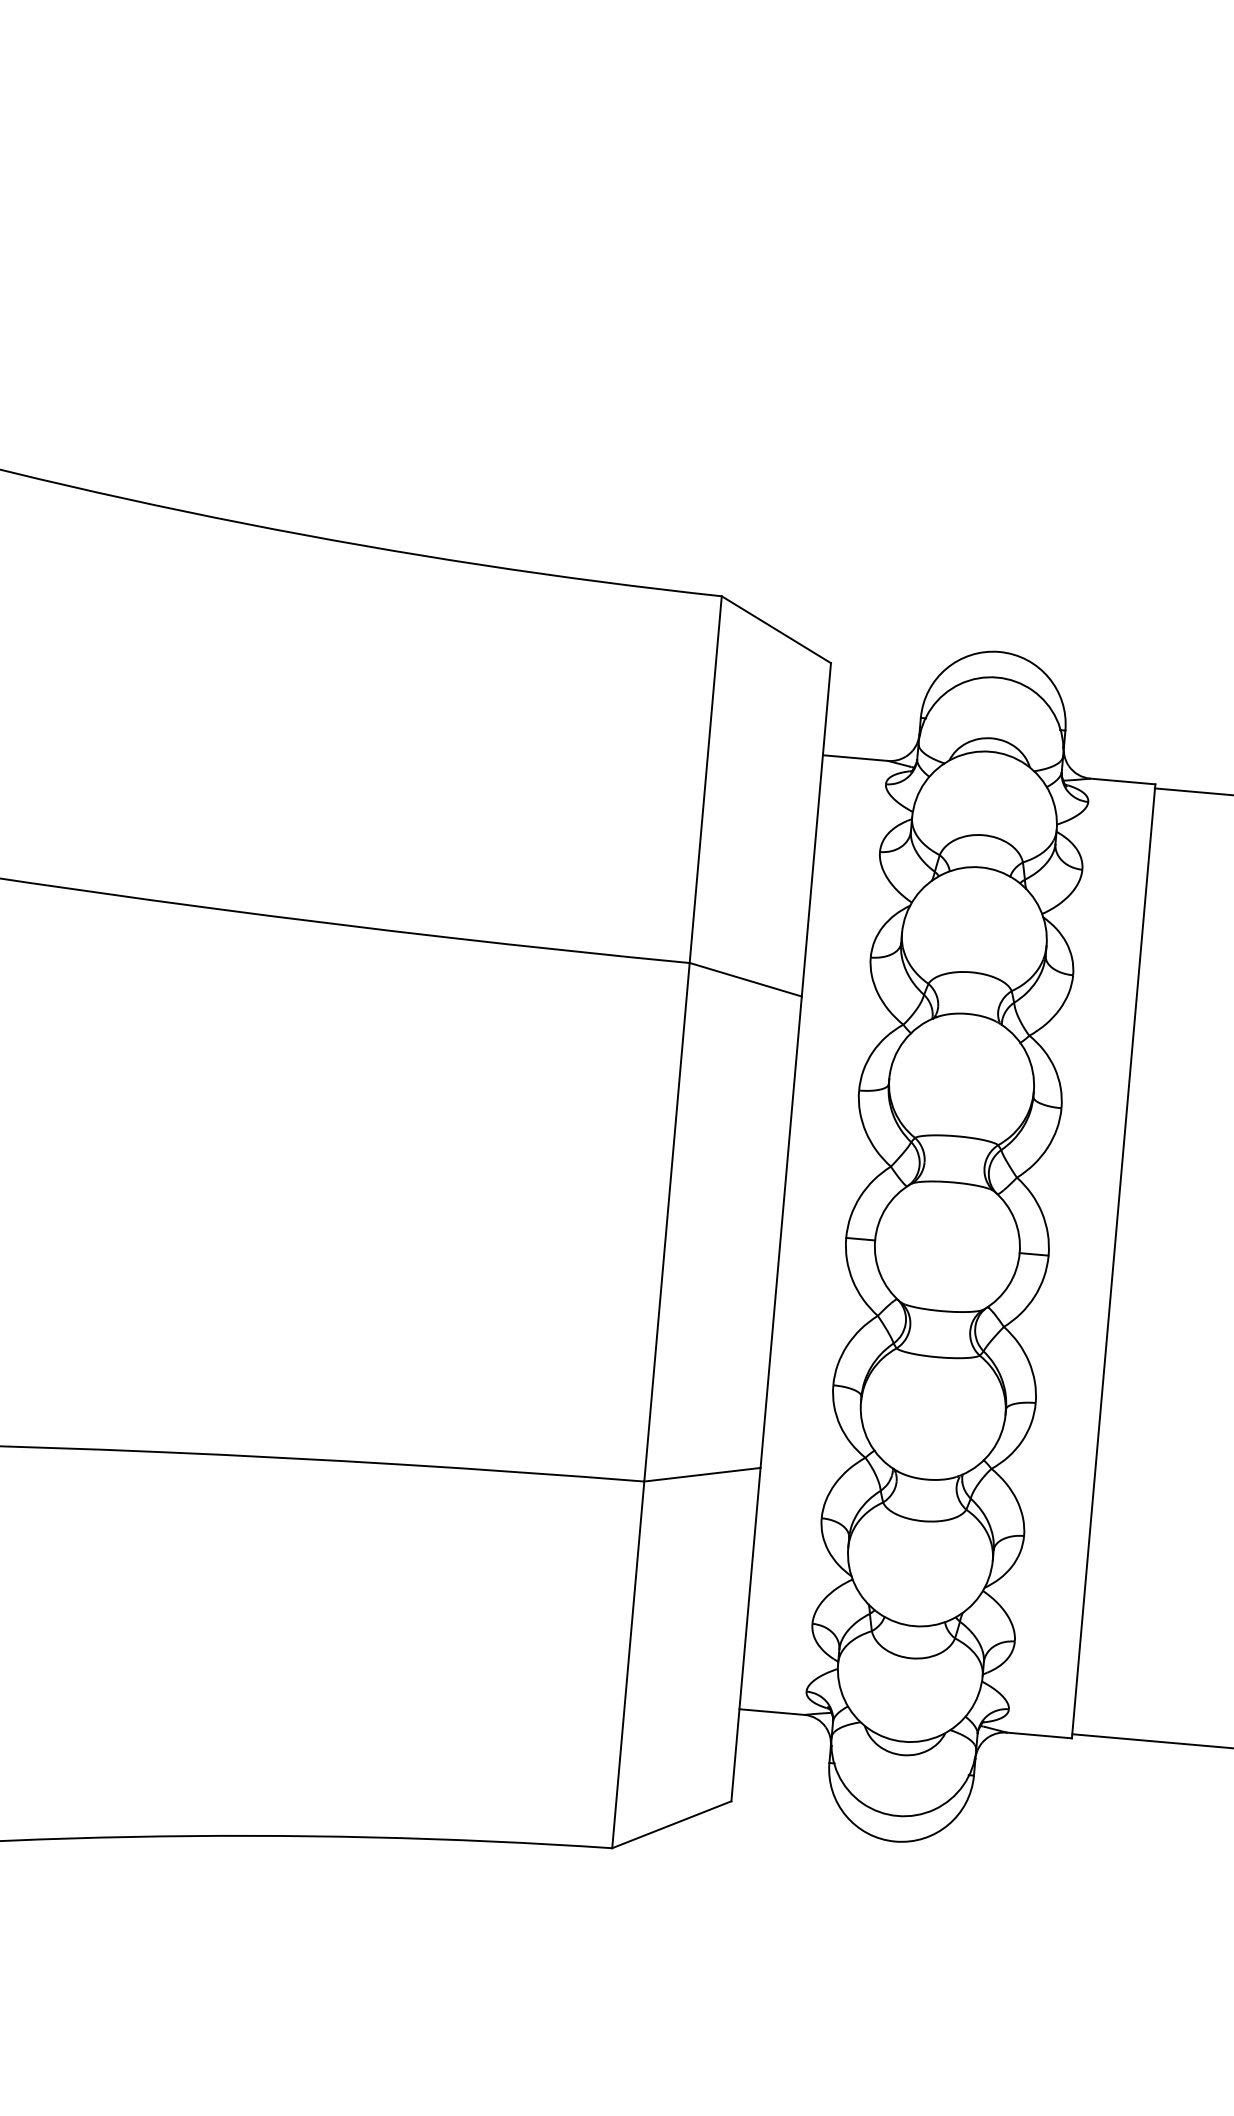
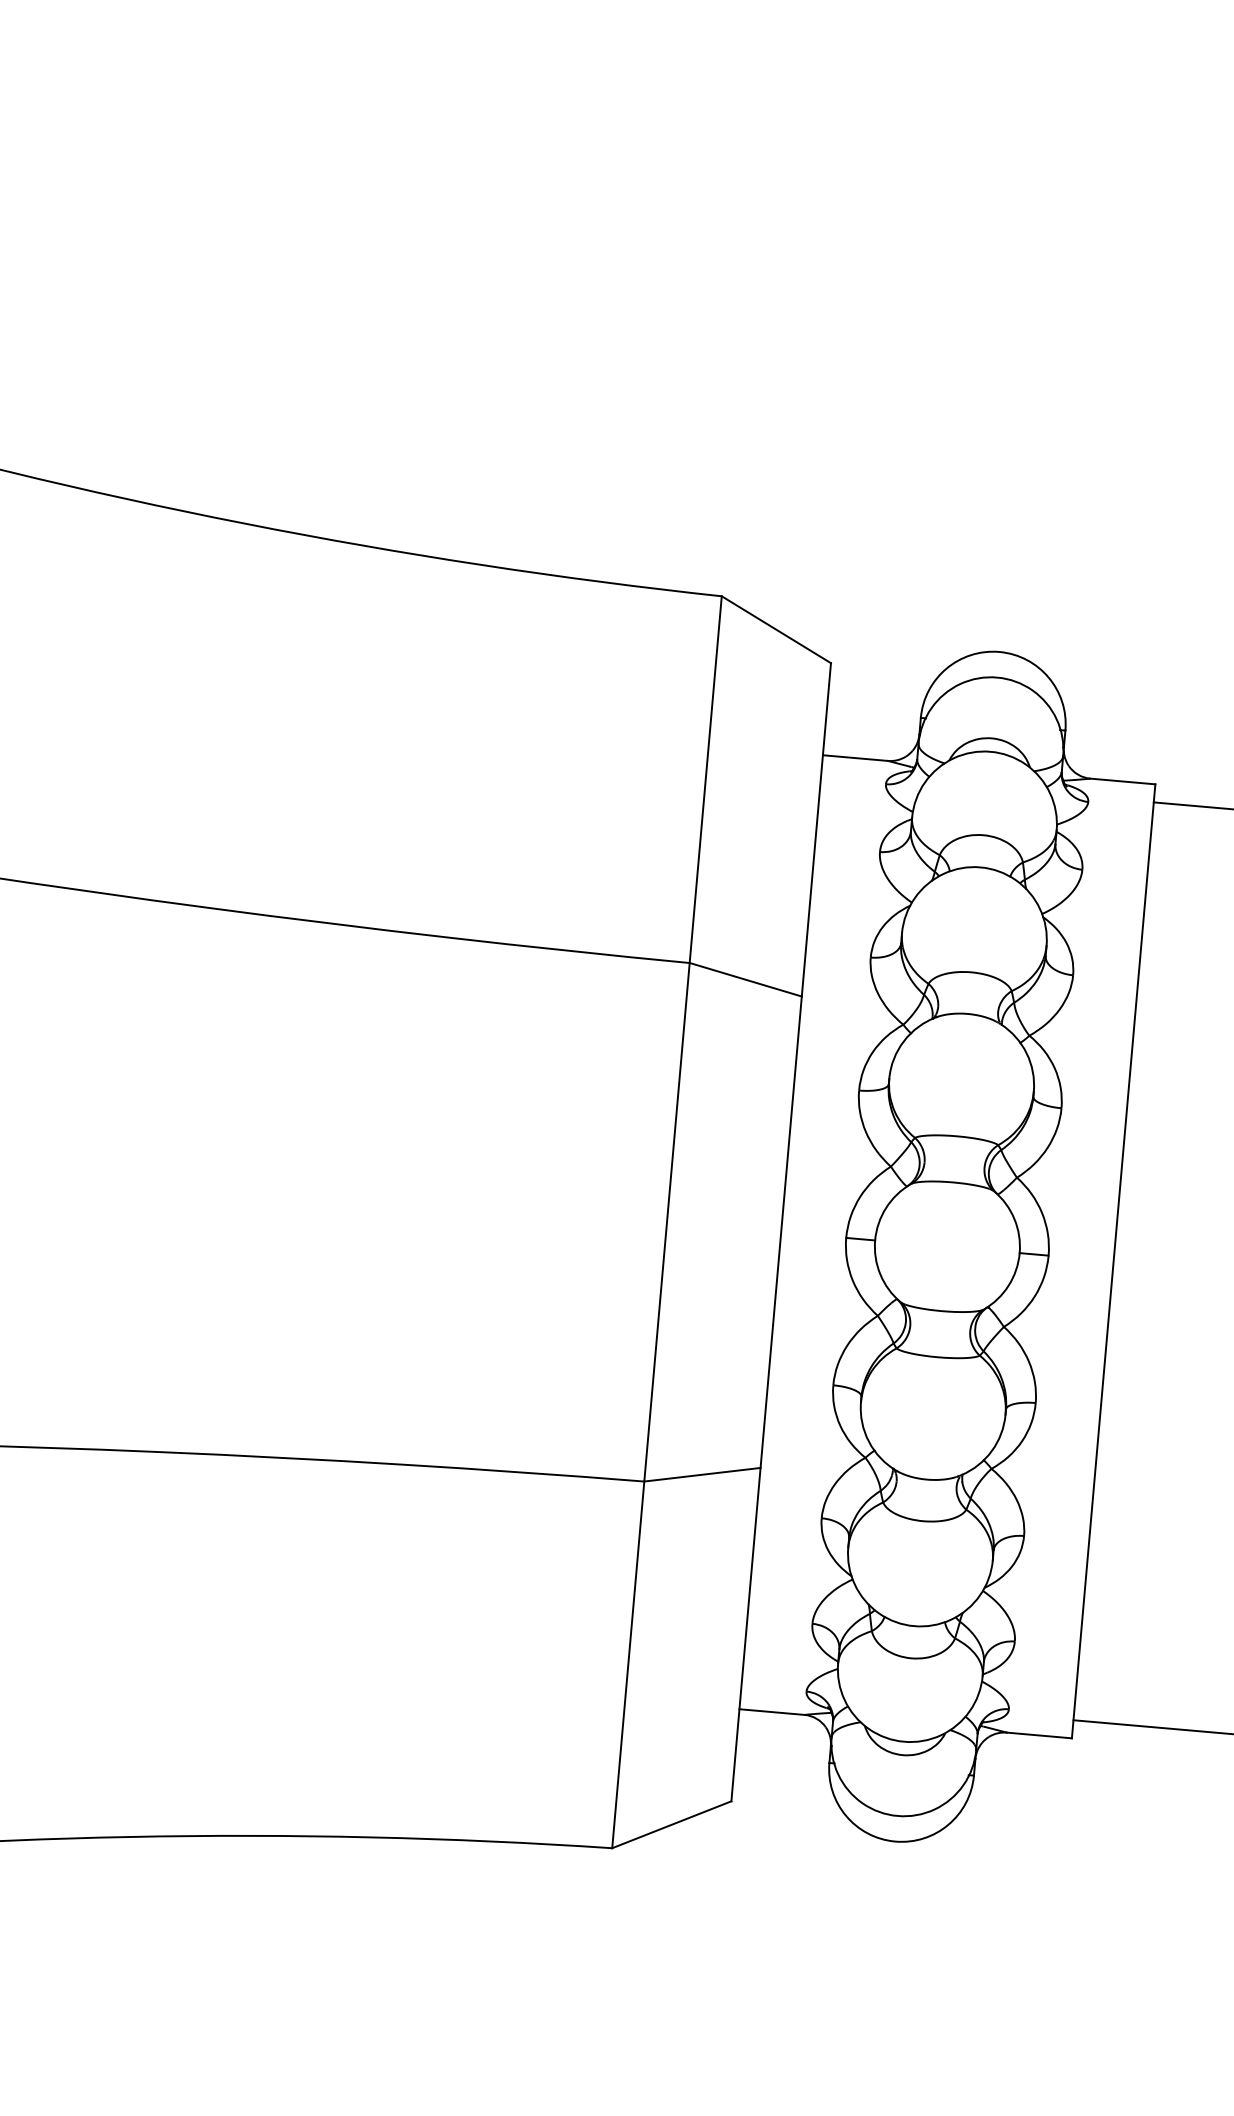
line at (1192, 791) position: (1192, 791) -> (1191, 805)
line at (1151, 1741) position: (1151, 1741) -> (1151, 1727)
